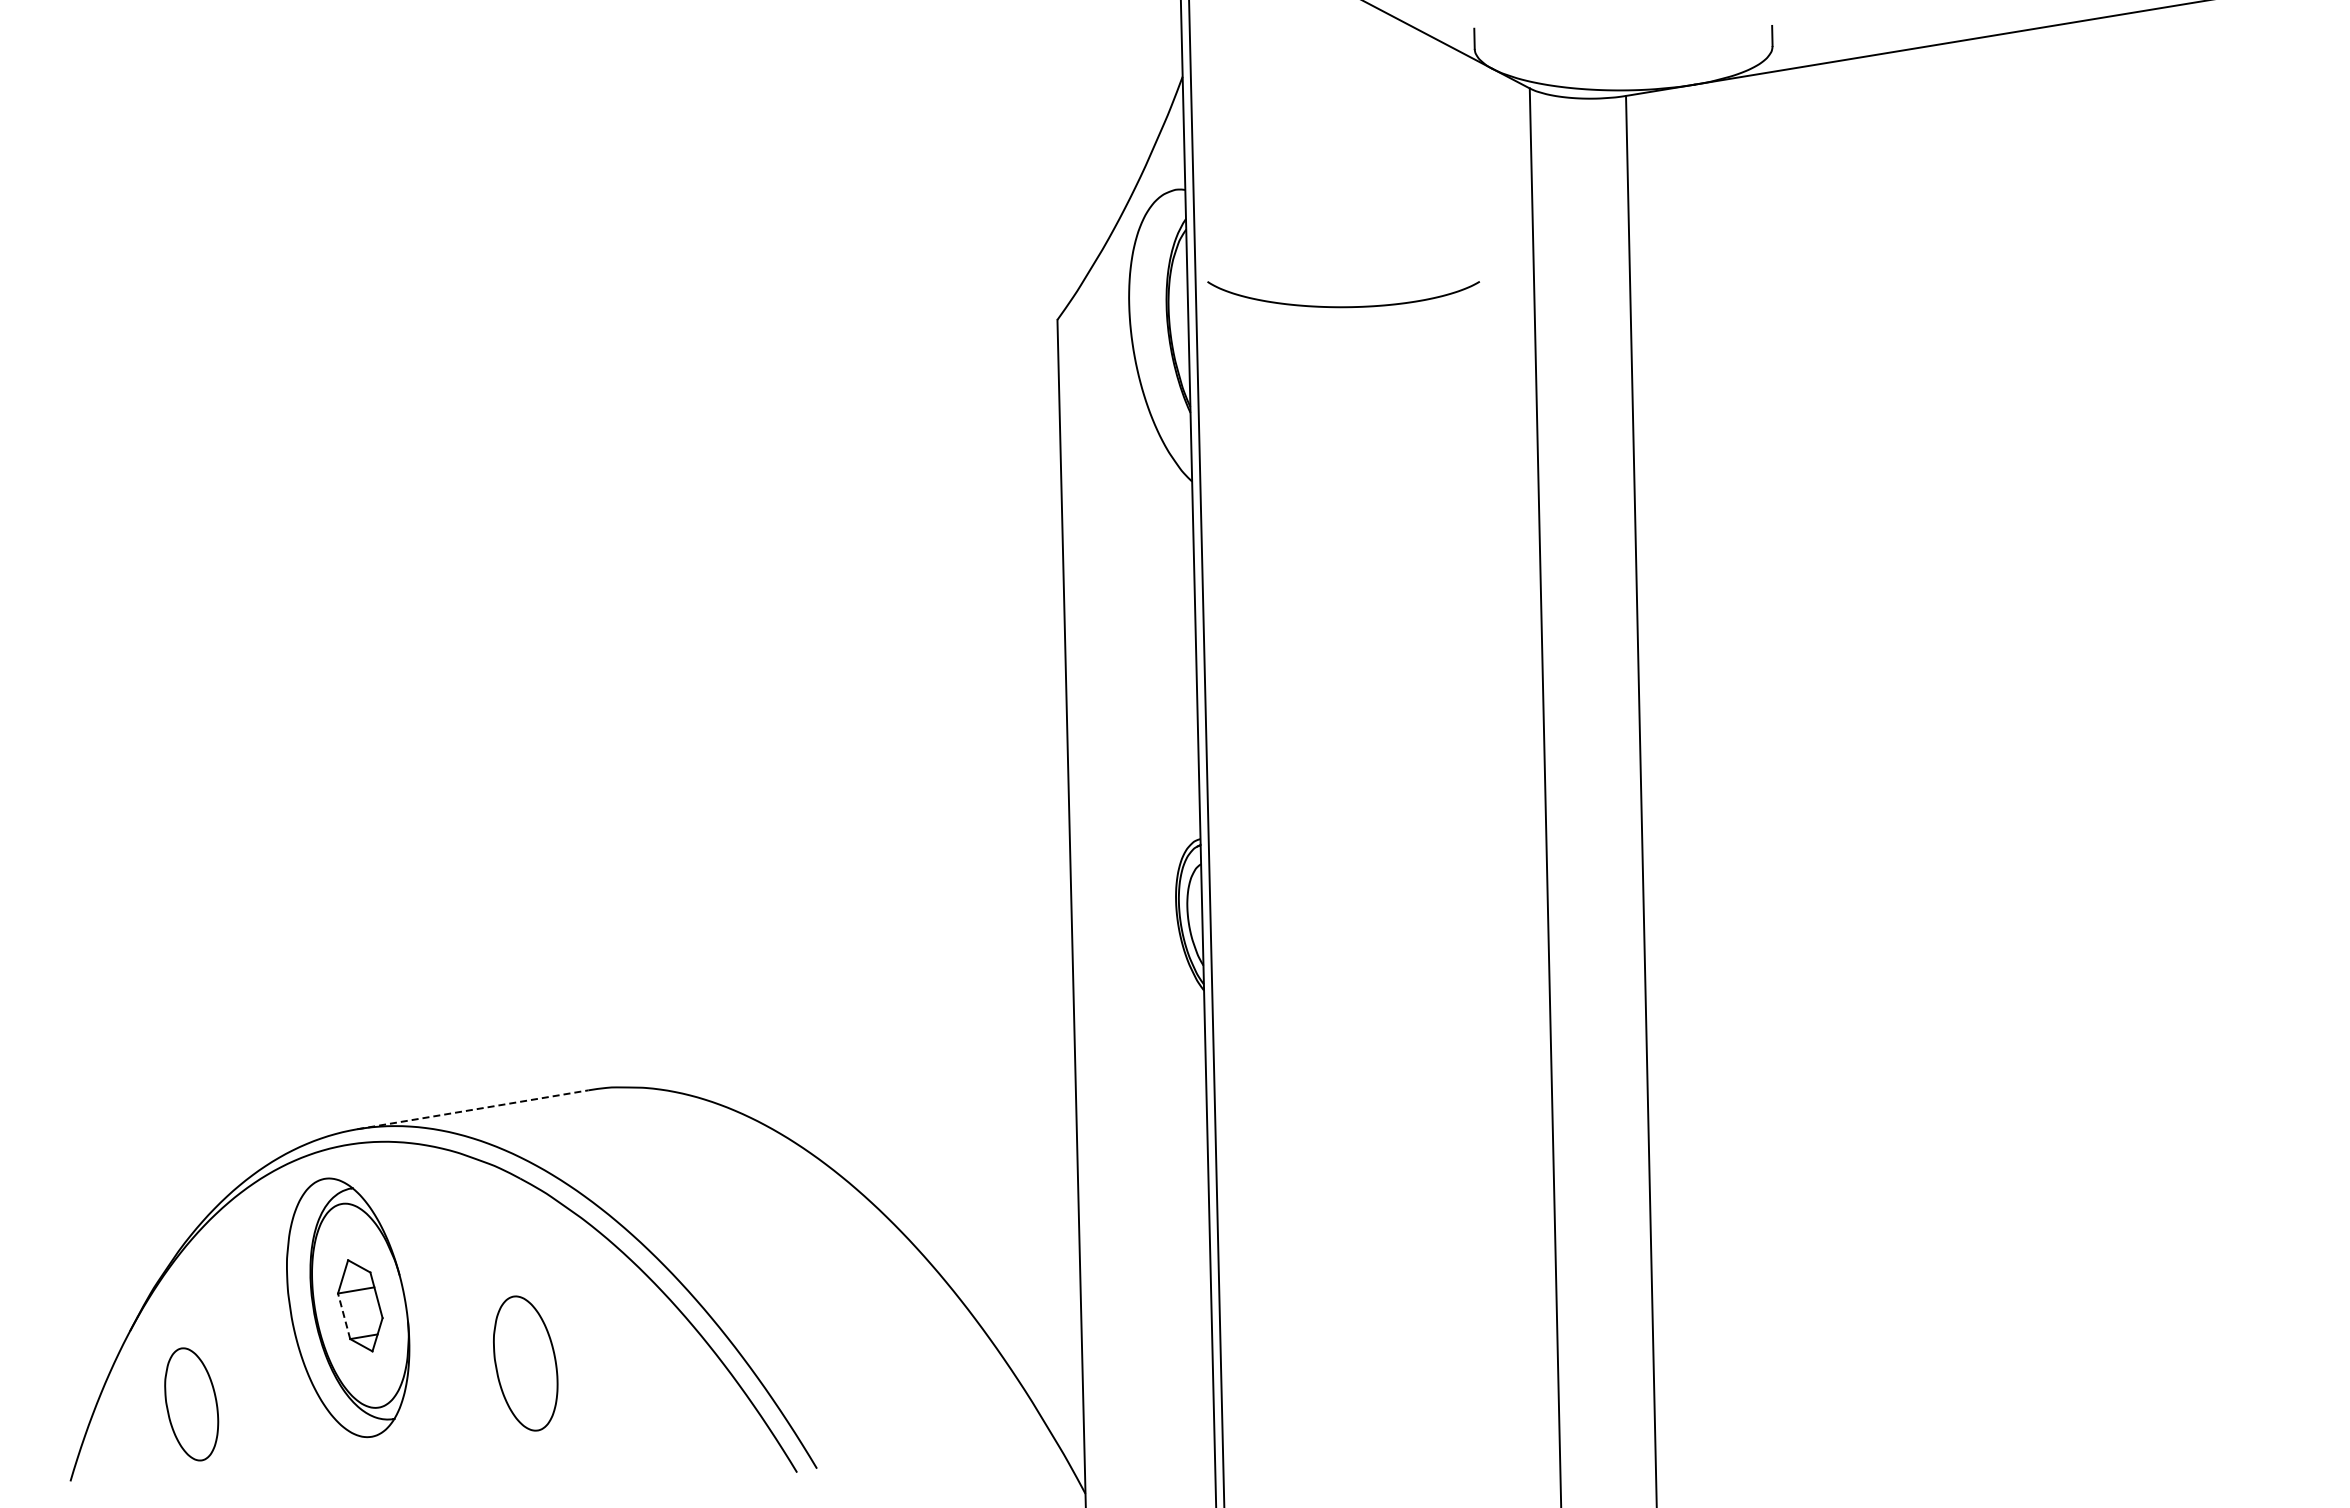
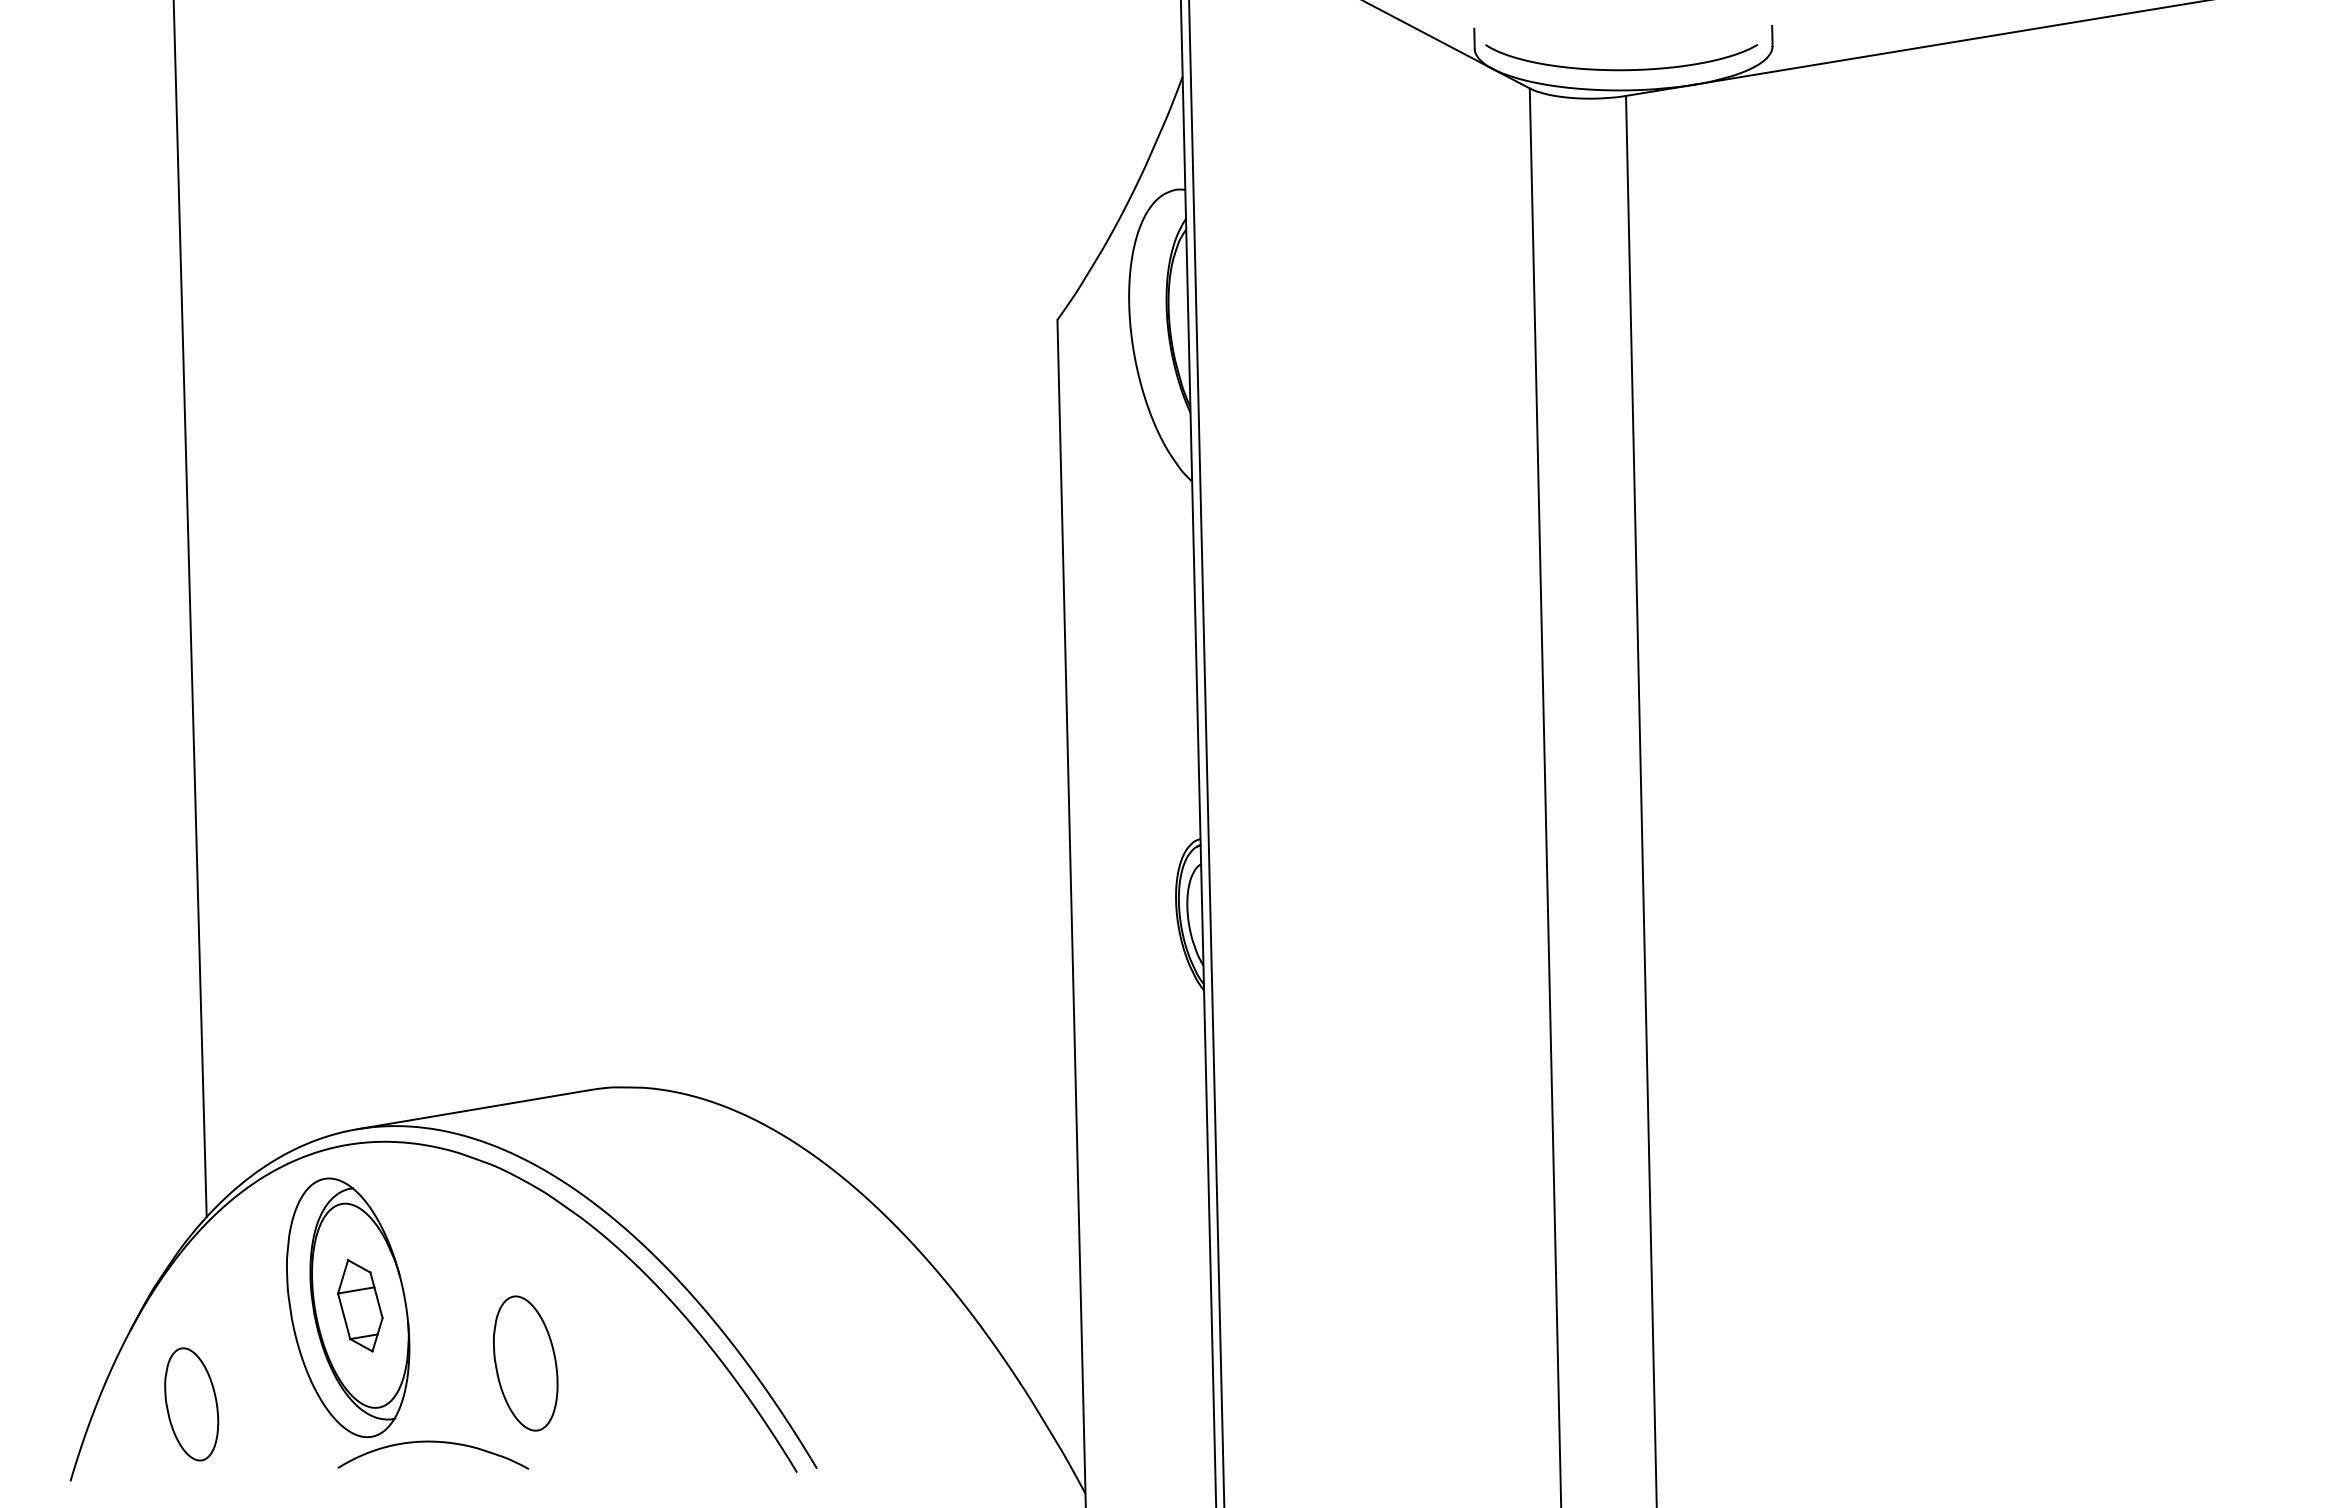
curve at (1343, 306) position: (1343, 306) -> (1621, 69)
line at (189, 609): none -> present
line at (473, 1109): dashed -> solid
line at (344, 1316): dashed -> solid
curve at (433, 1442): none -> present
